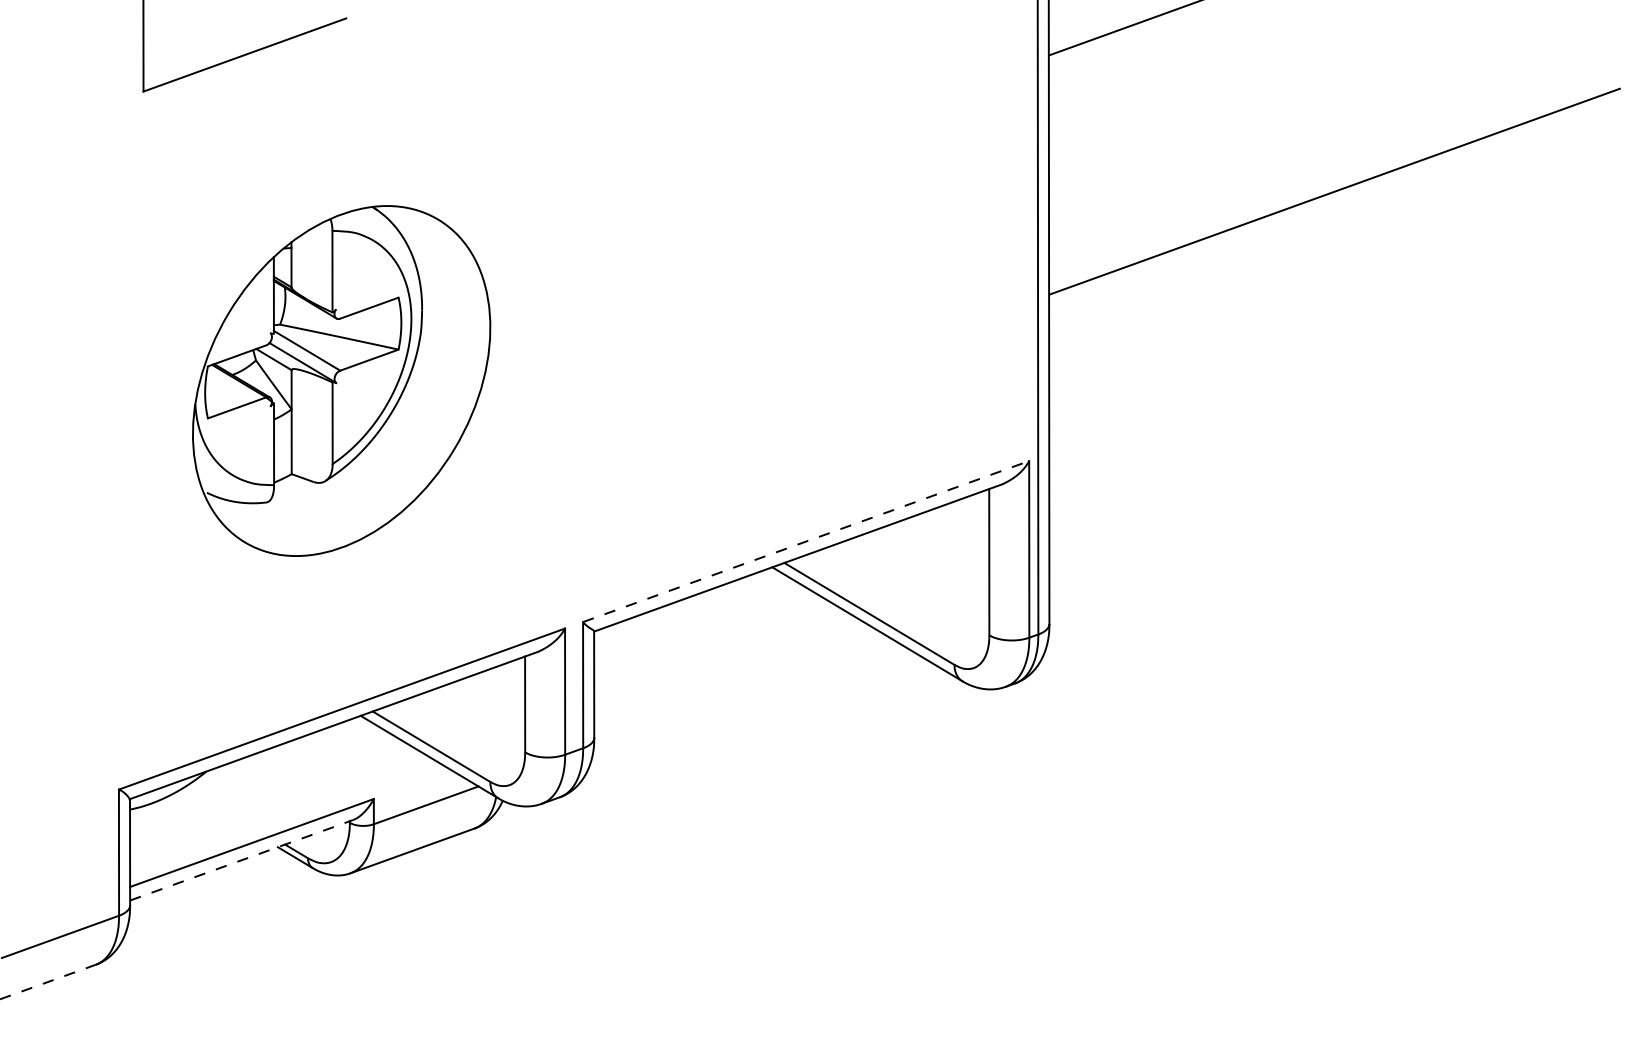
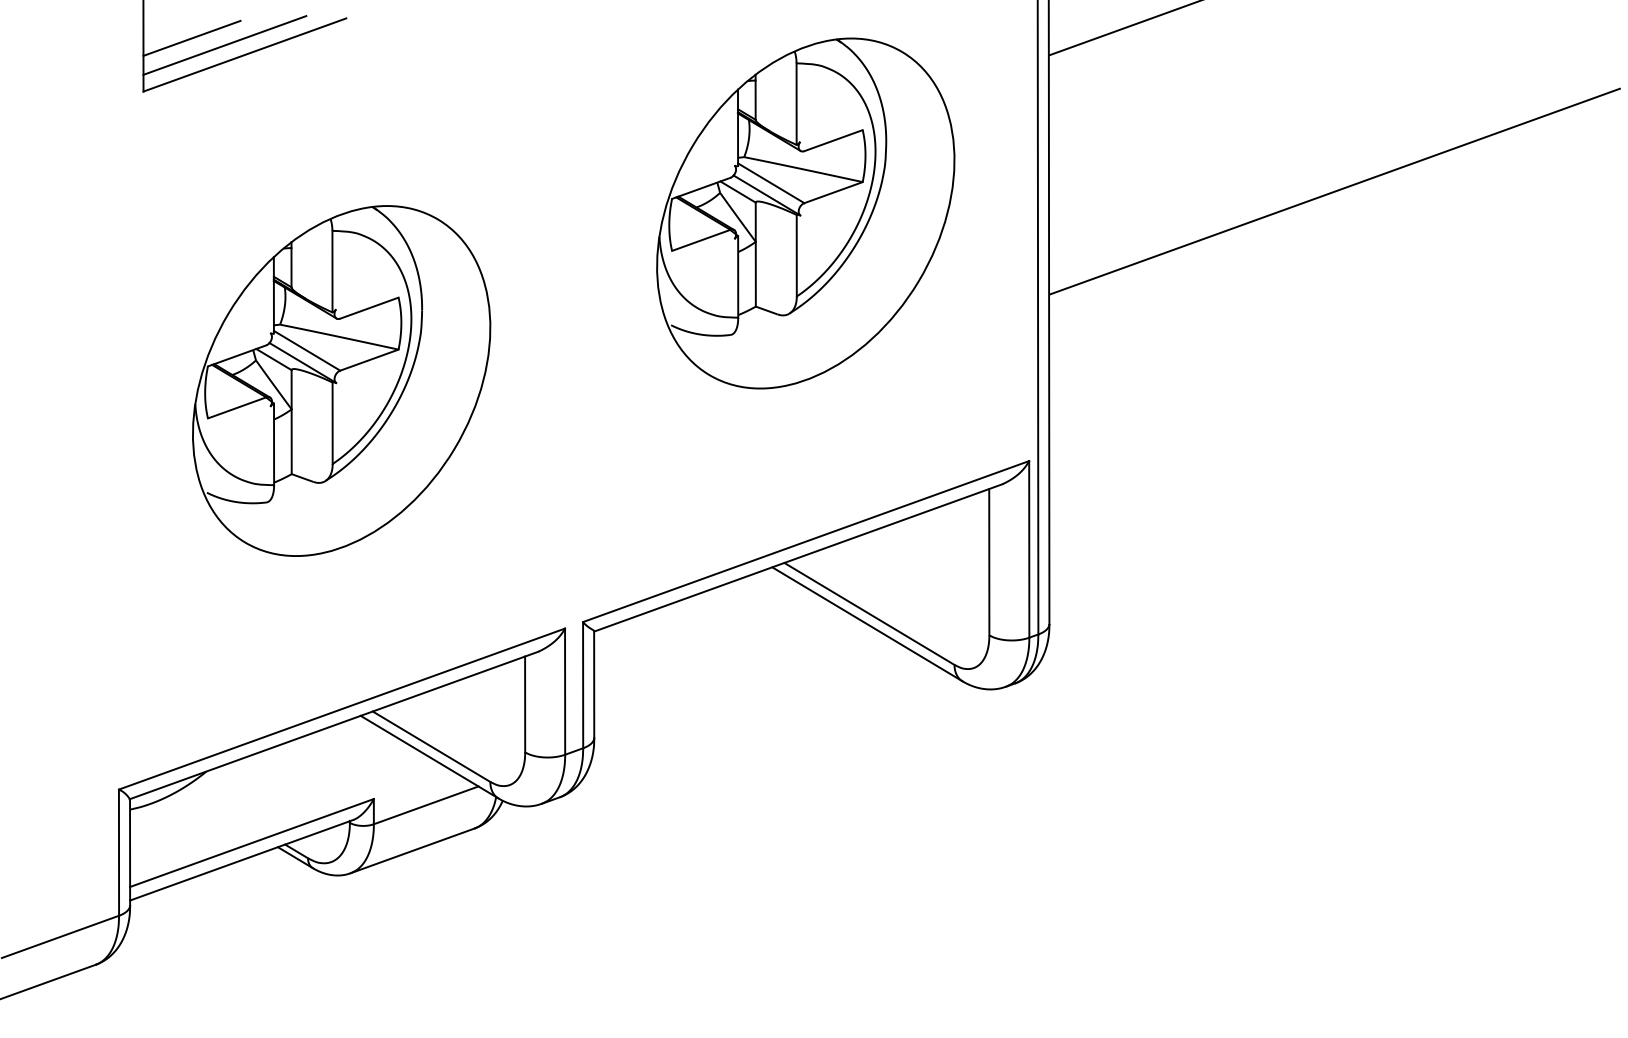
line at (191, 37): none -> present
line at (224, 45): none -> present
part at (805, 213): none -> present
line at (806, 541): dashed -> solid
line at (241, 860): dashed -> solid
line at (47, 982): dashed -> solid
